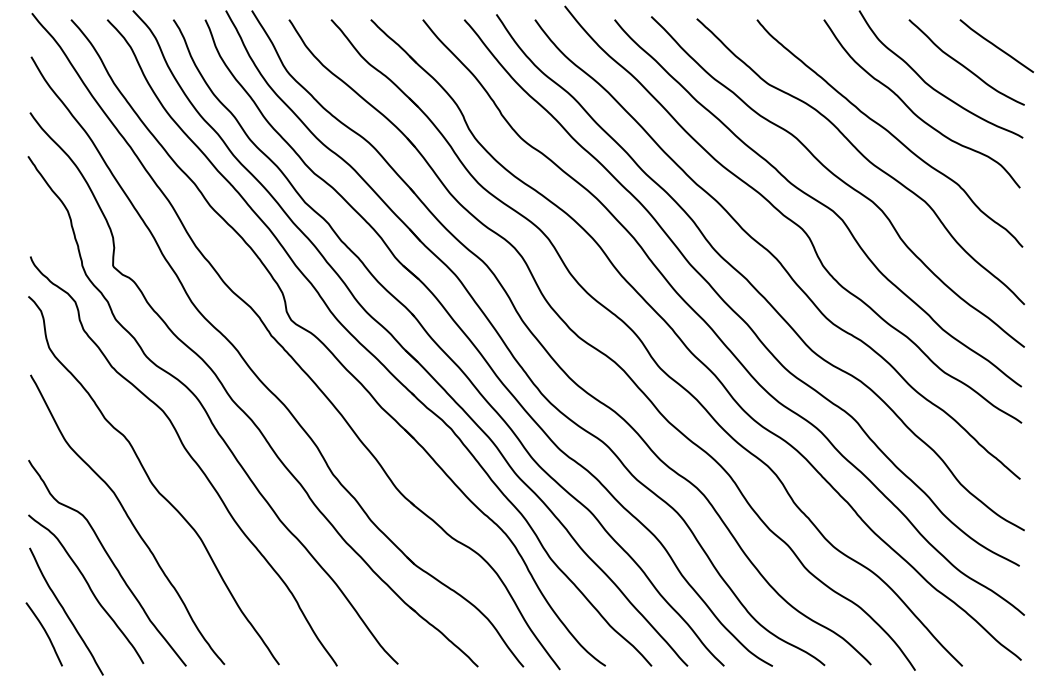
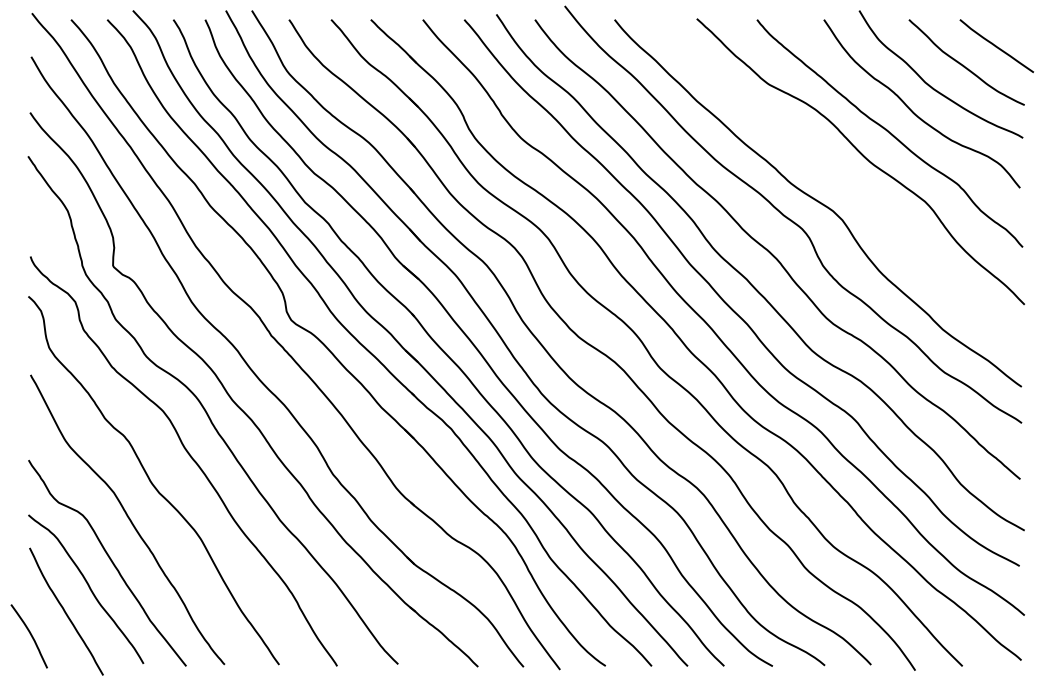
curve at (838, 179): present -> none
curve at (45, 633) position: (45, 633) -> (30, 635)
